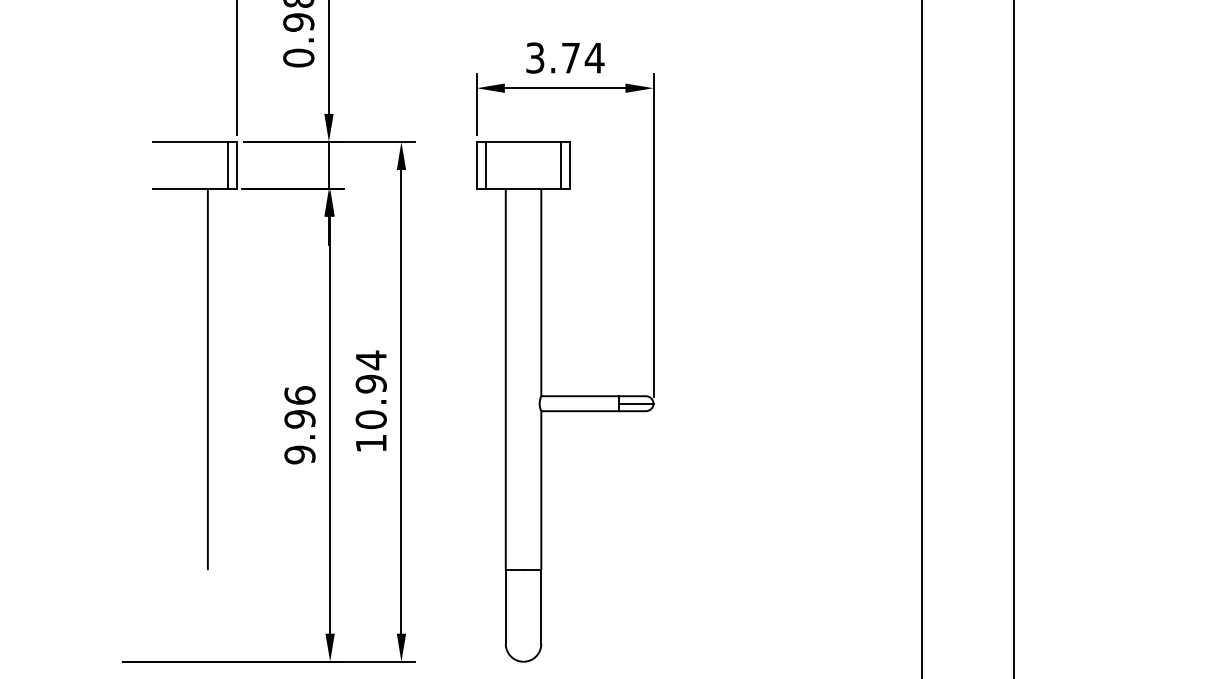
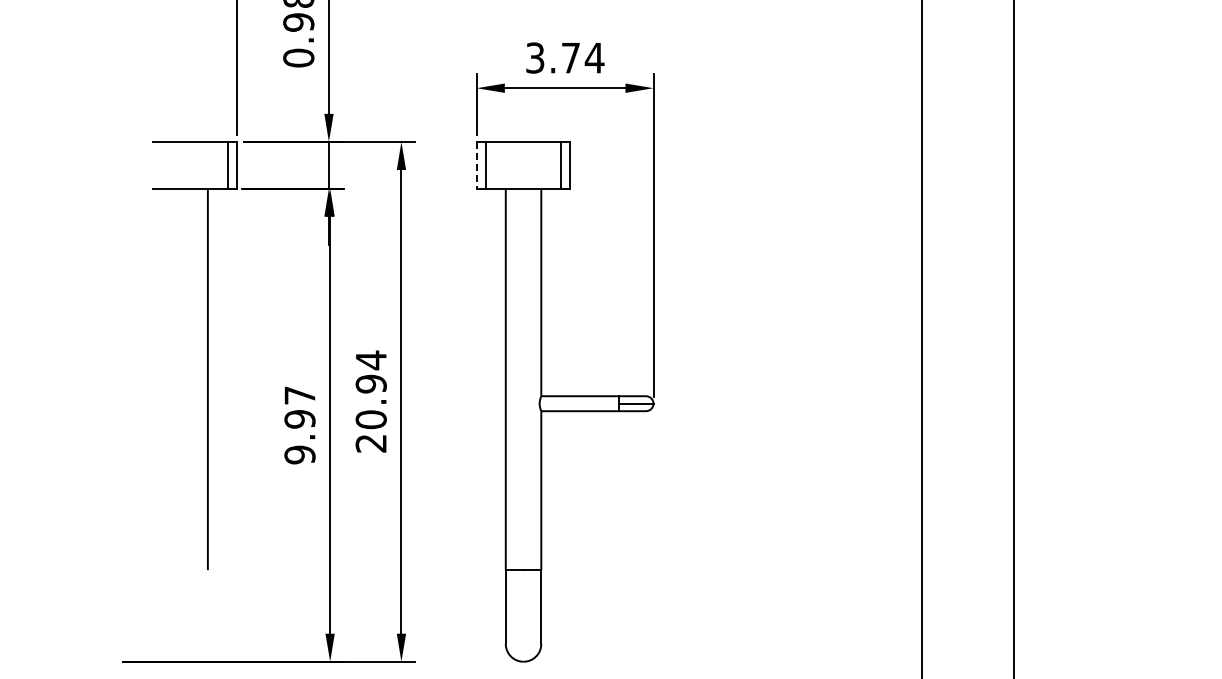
line at (476, 165): solid -> dashed
text at (299, 395): 9.96 -> 9.97
text at (370, 443): 10.94 -> 20.94
